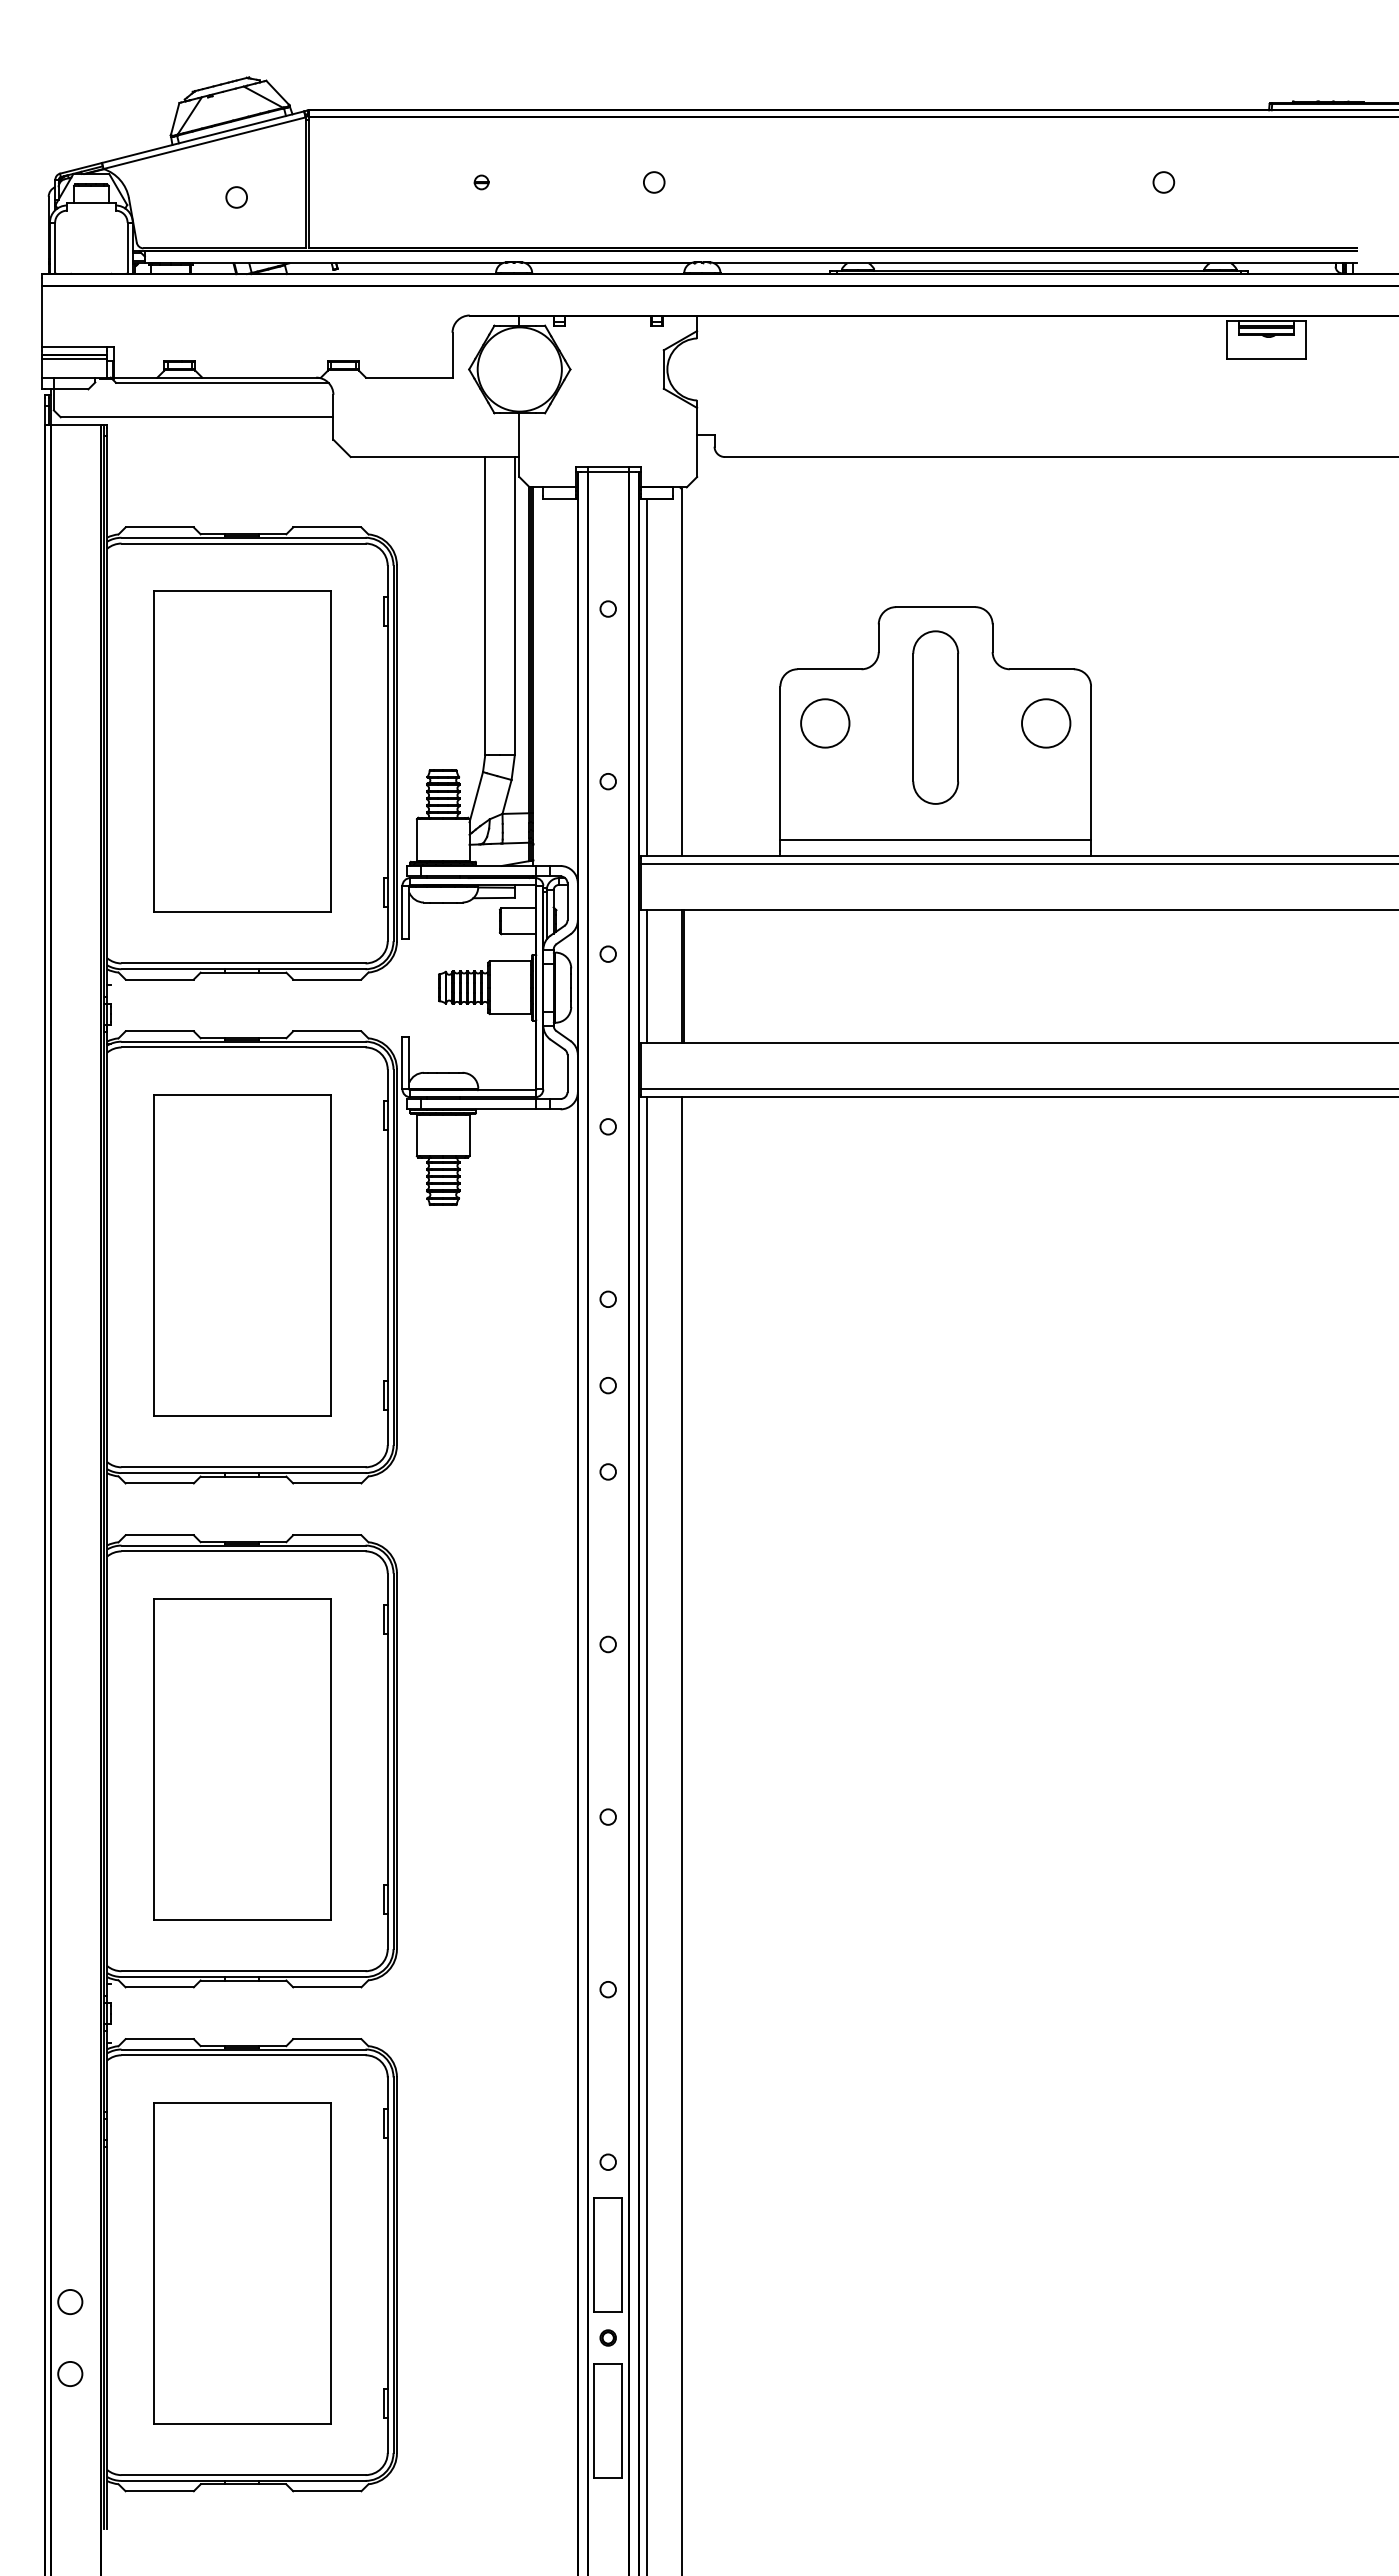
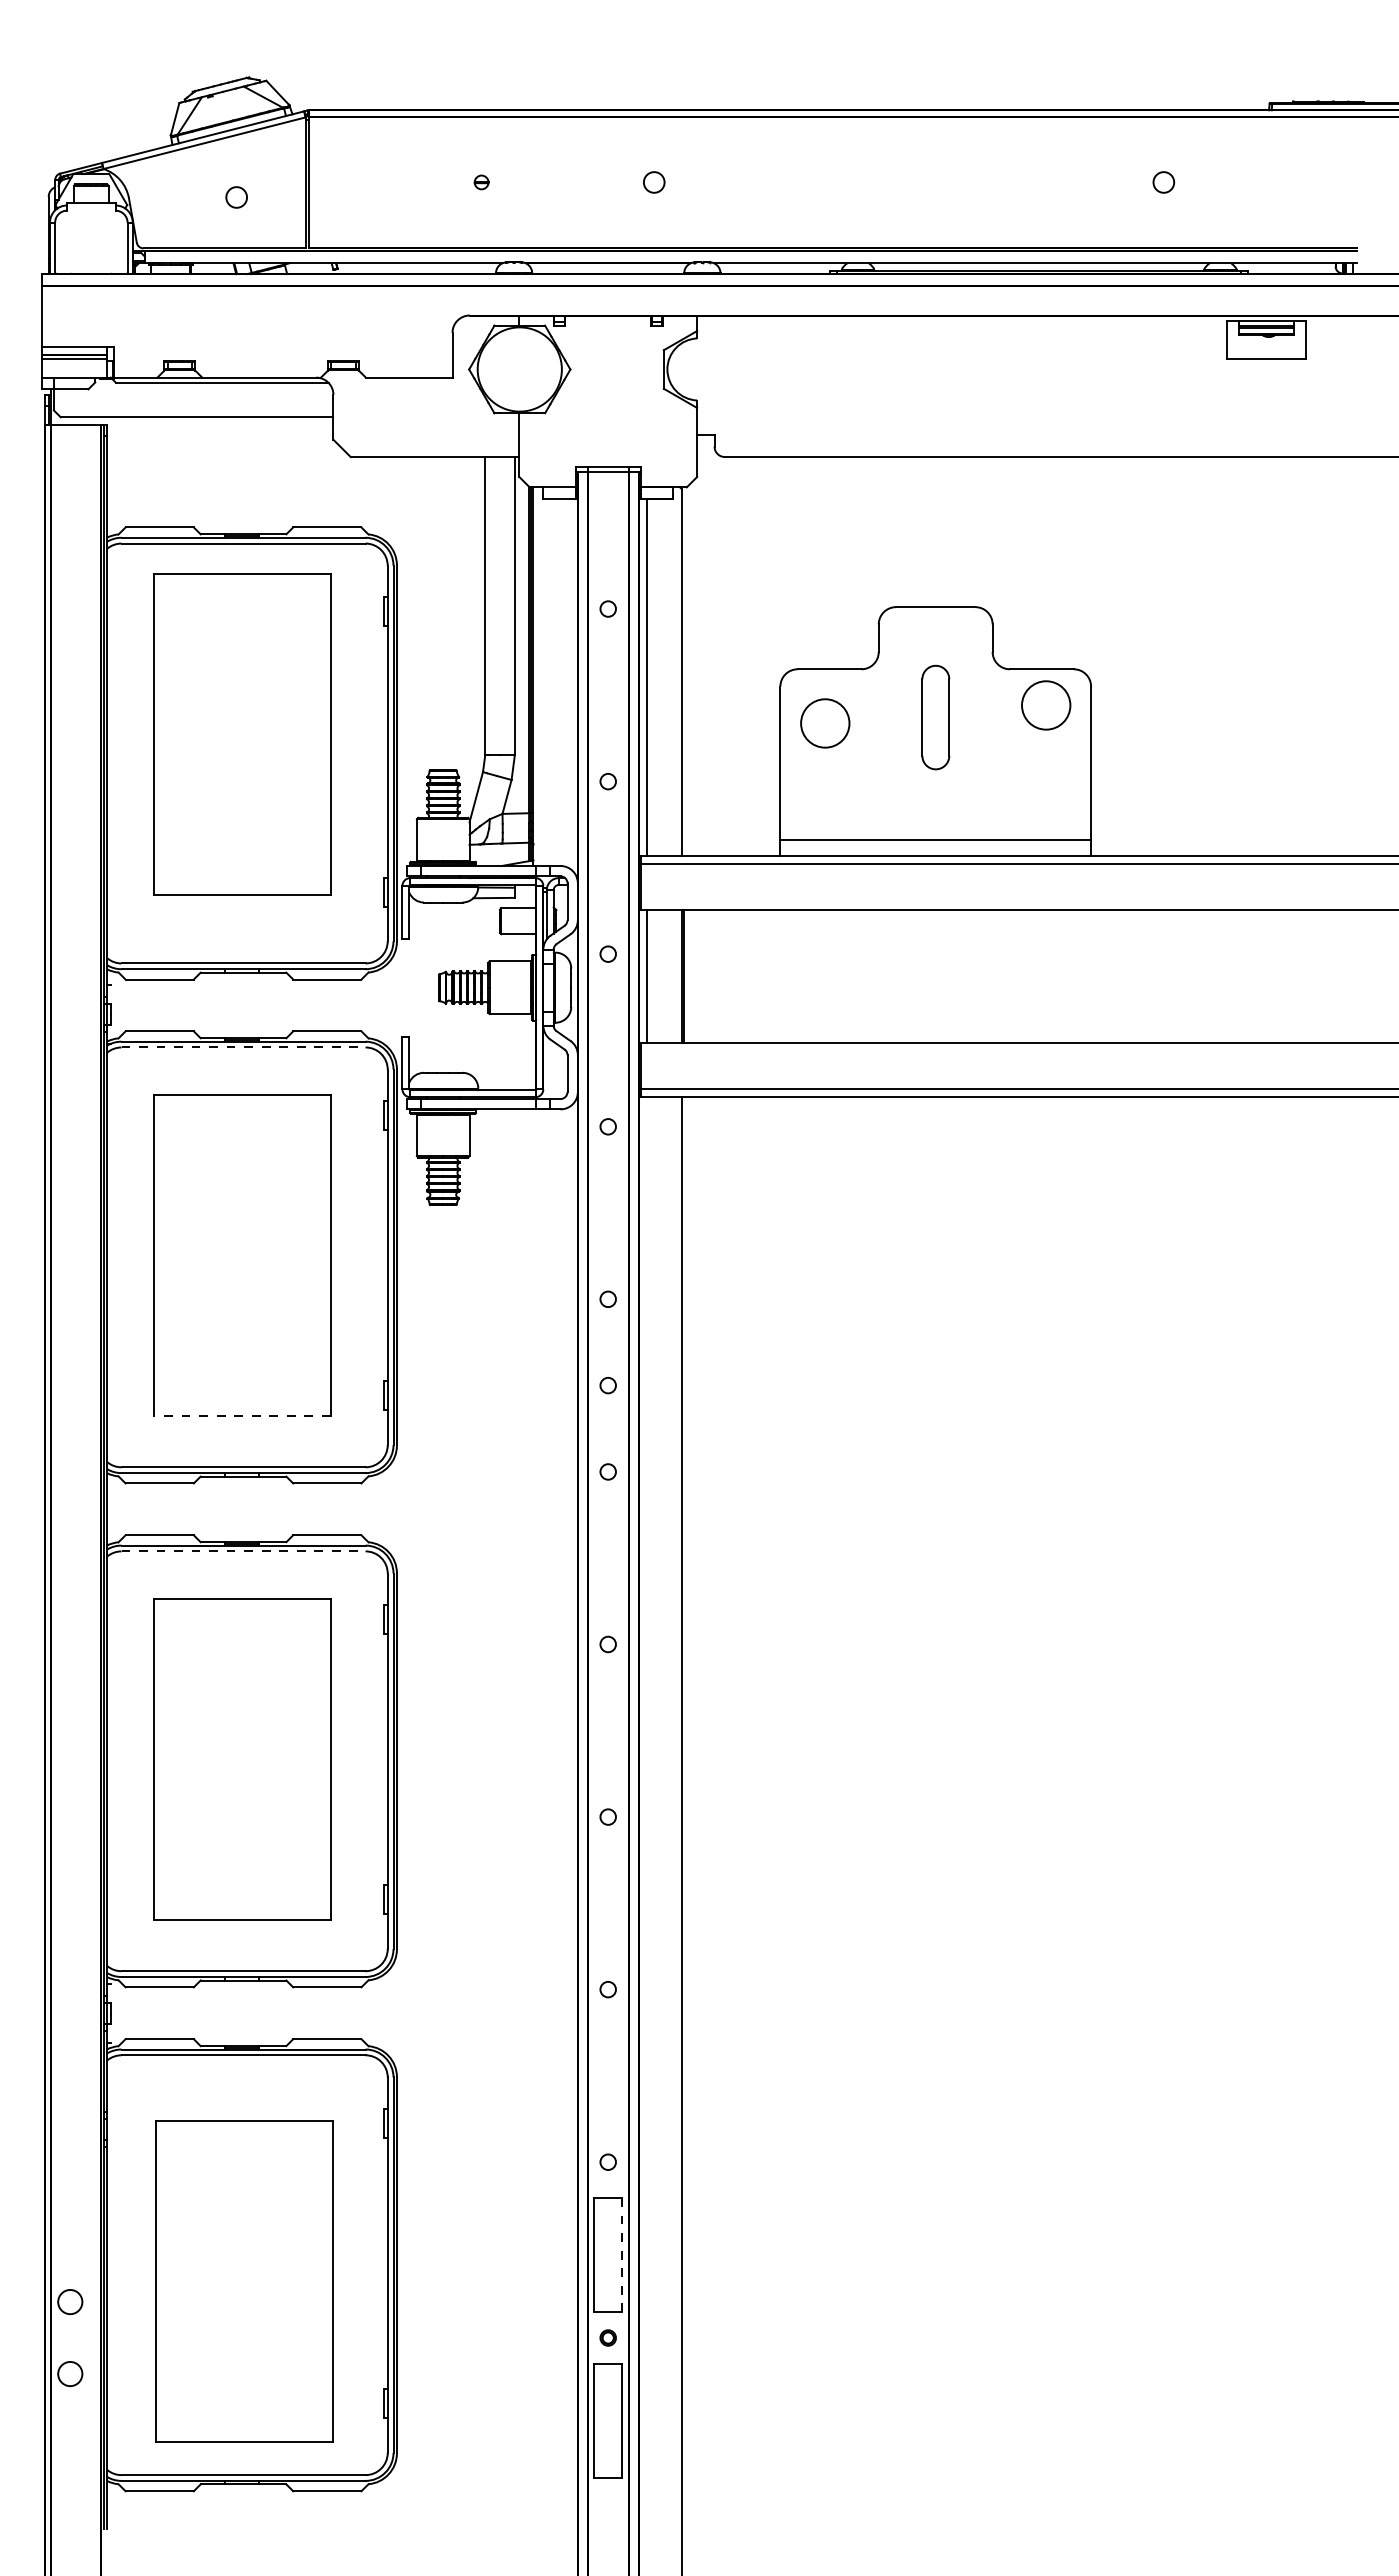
part at (935, 717) size: 48x175 px -> 30x107 px
circle at (1046, 723) position: (1046, 723) -> (1046, 705)
part at (242, 751) position: (242, 751) -> (242, 734)
line at (244, 1047): solid -> dashed
line at (242, 1416): solid -> dashed
line at (244, 1551): solid -> dashed
line at (647, 1834): present -> none
line at (622, 2255): solid -> dashed
part at (242, 2263) position: (242, 2263) -> (244, 2281)
